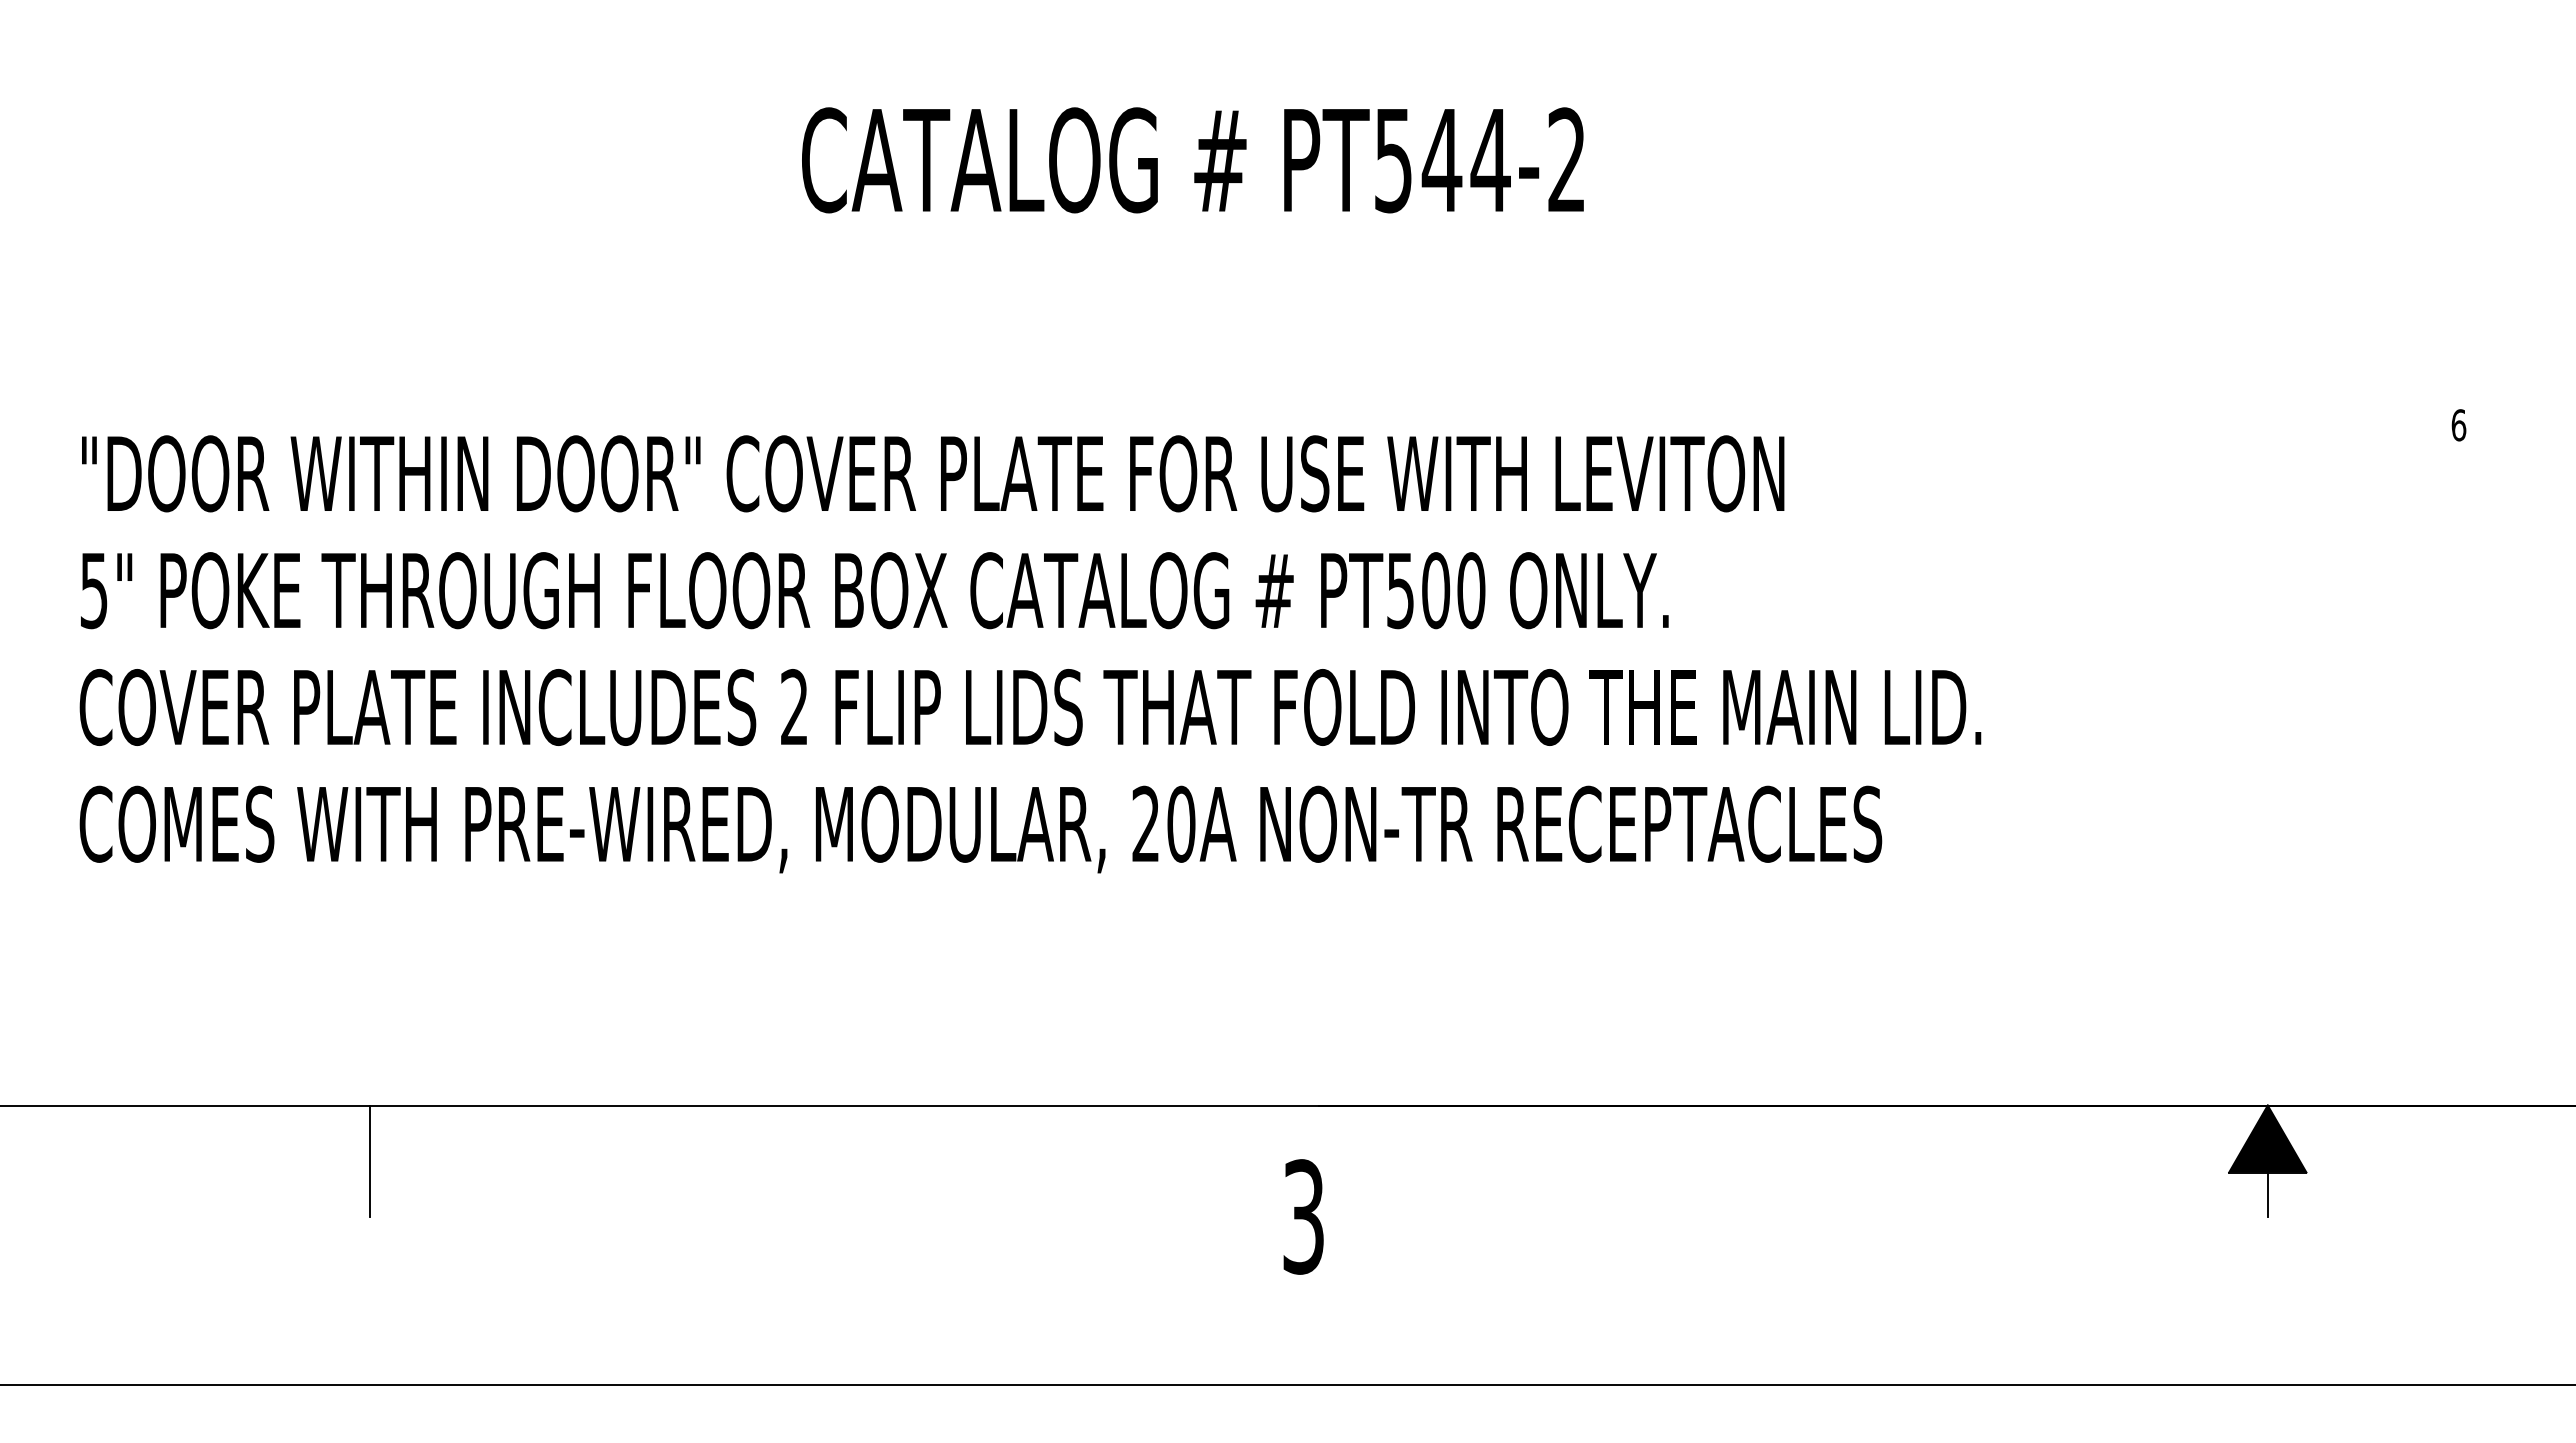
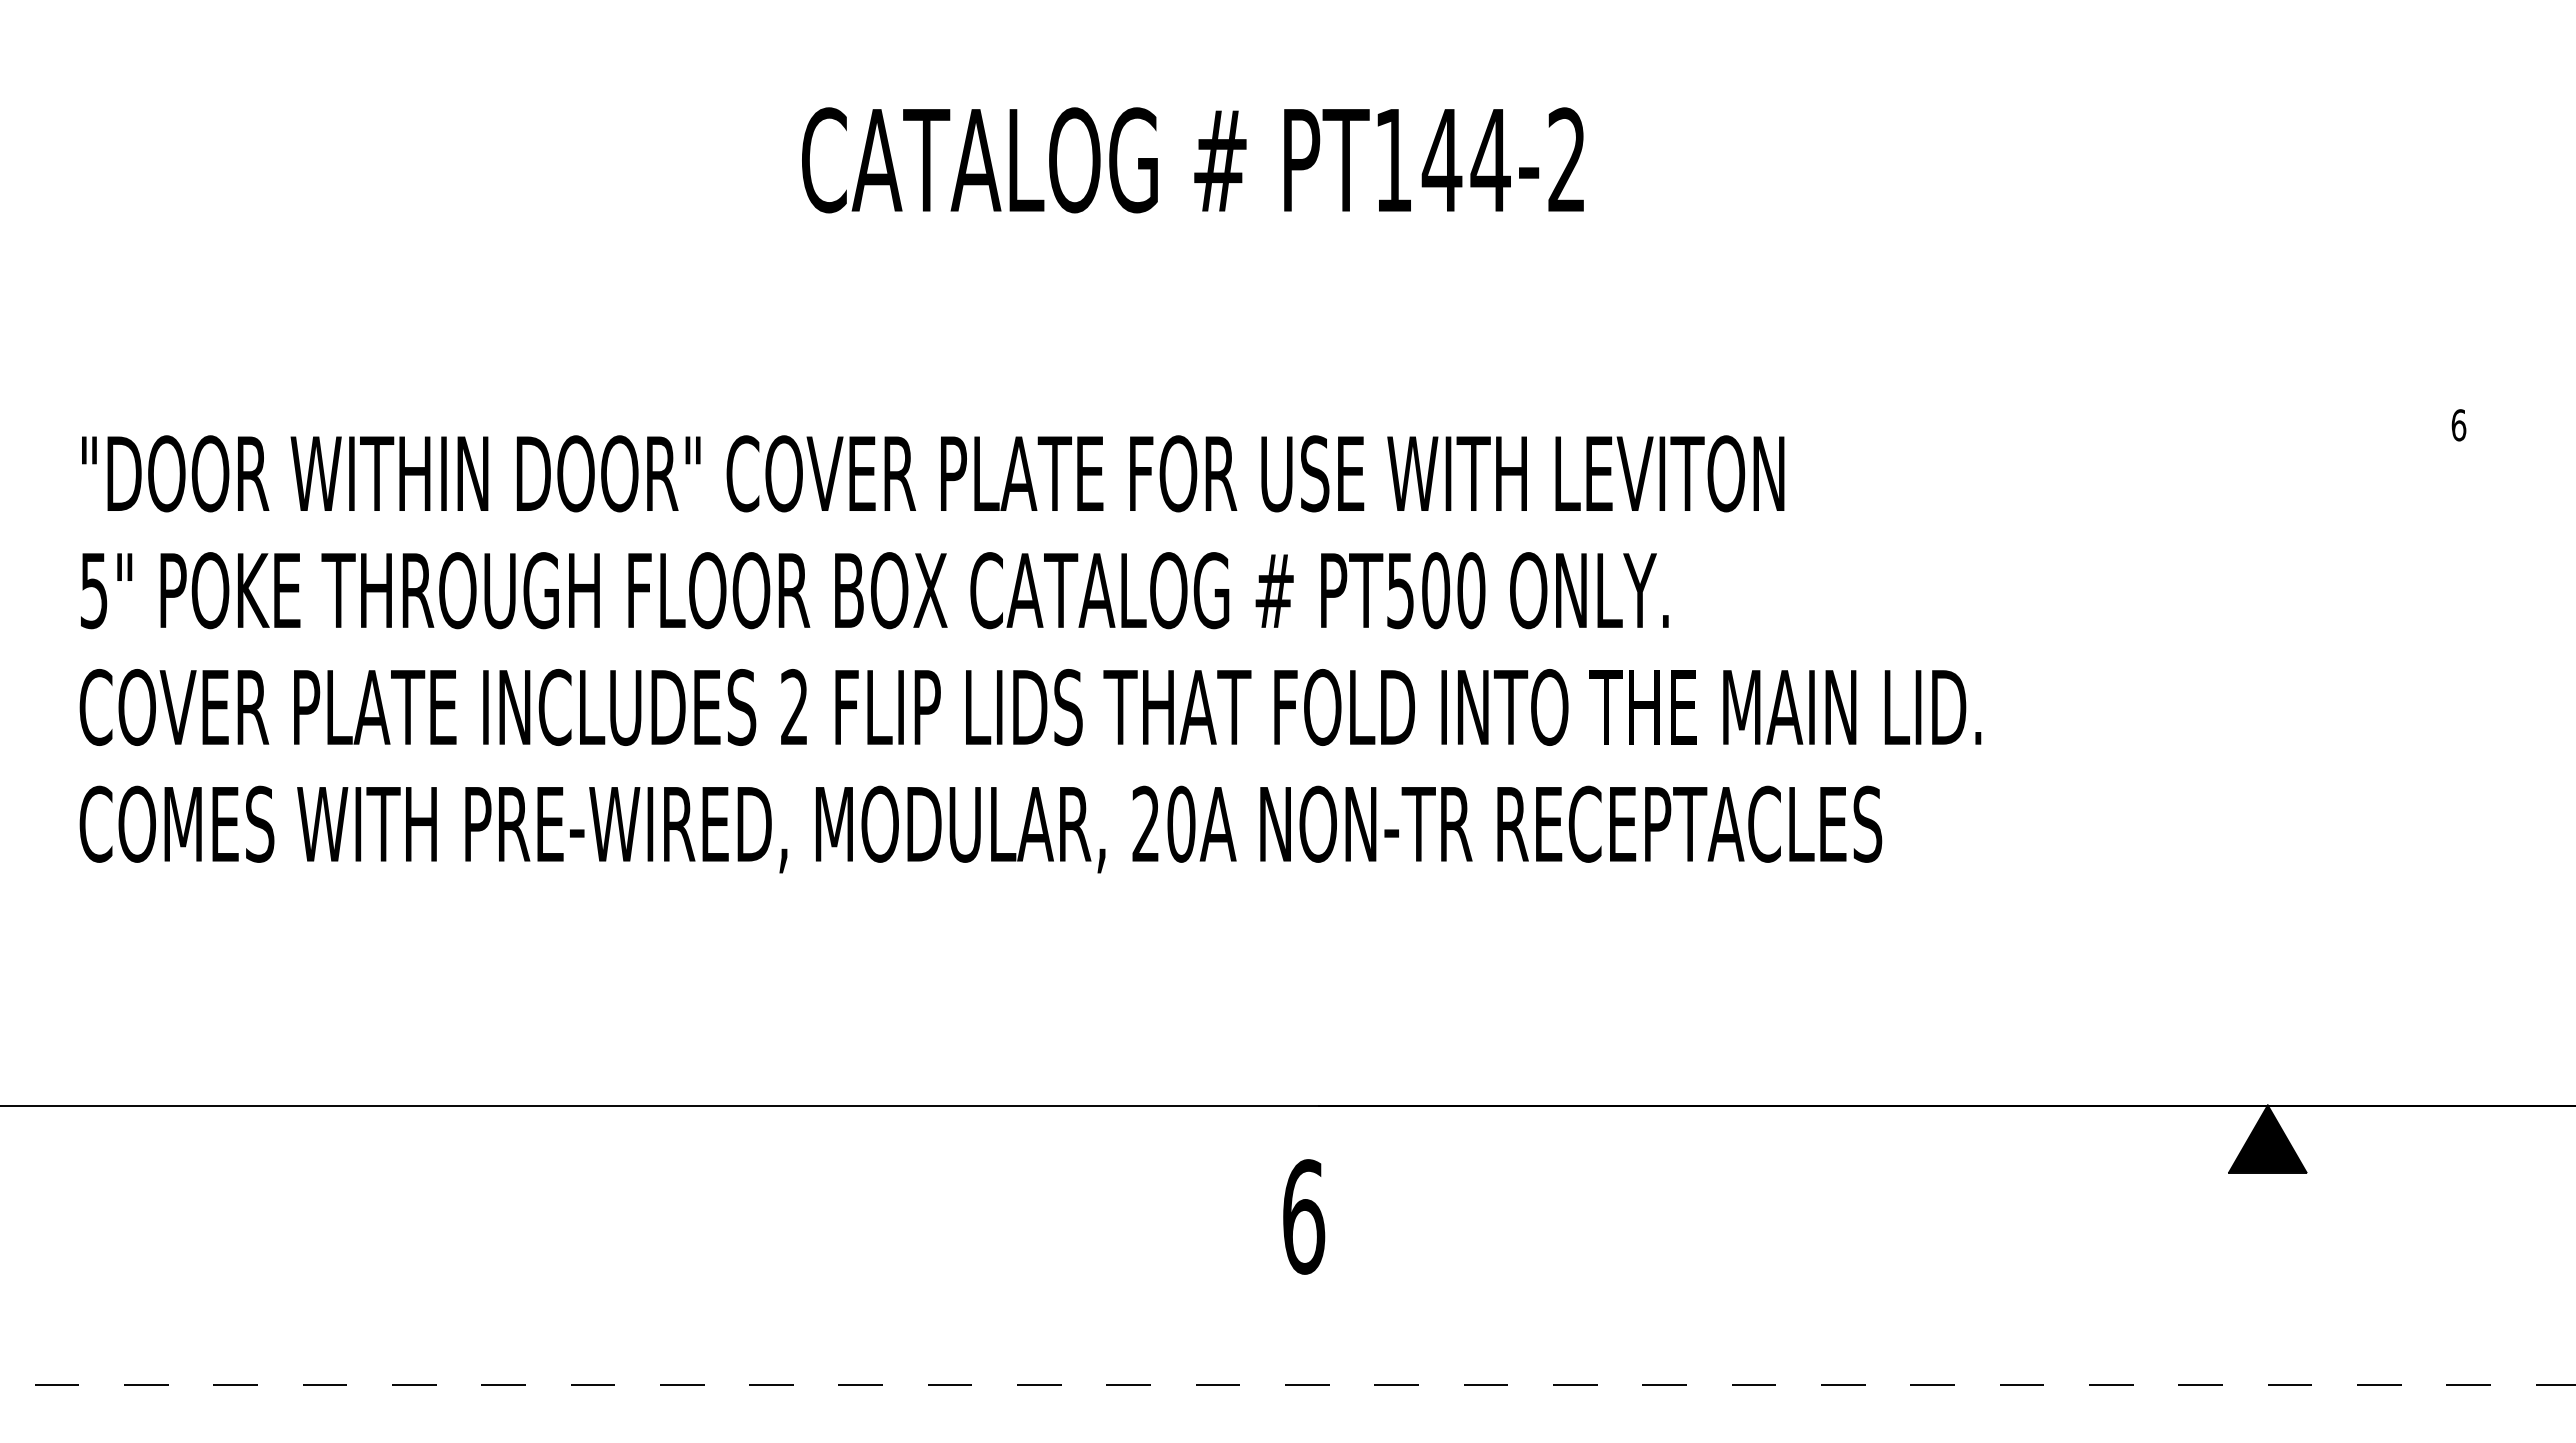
text at (1393, 161): PT544-2 -> PT144-2
line at (369, 1161): present -> none
line at (2267, 1194): present -> none
text at (1304, 1216): 3 -> 6
line at (1287, 1384): solid -> dashed
